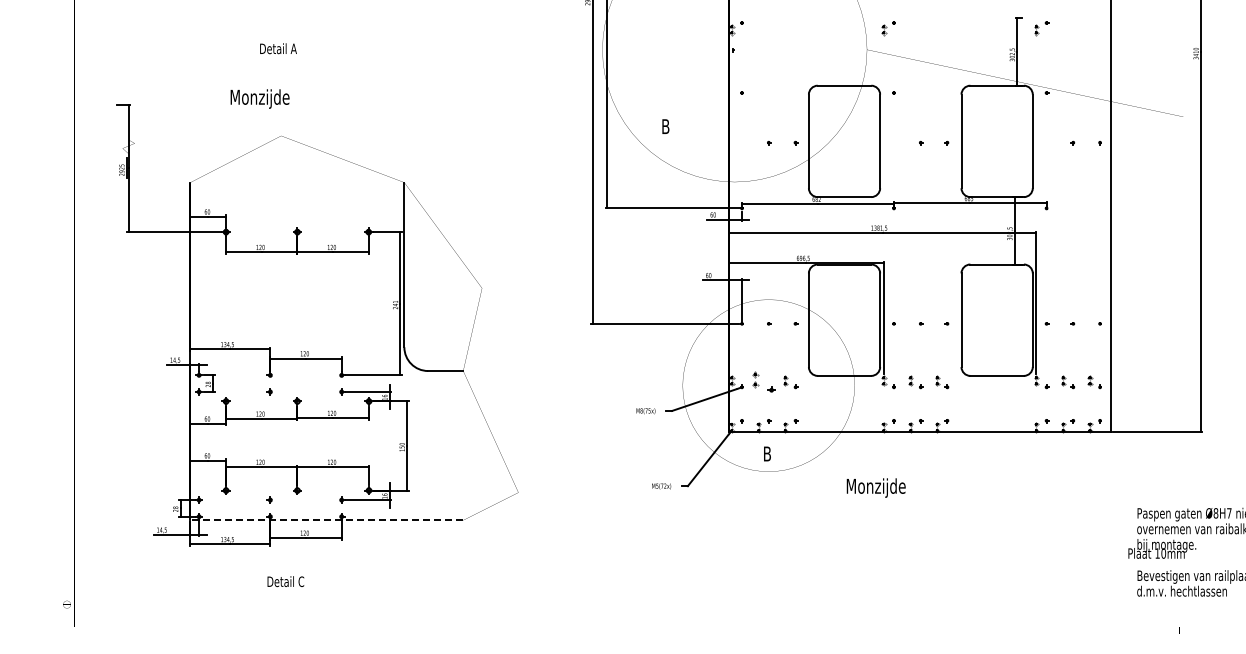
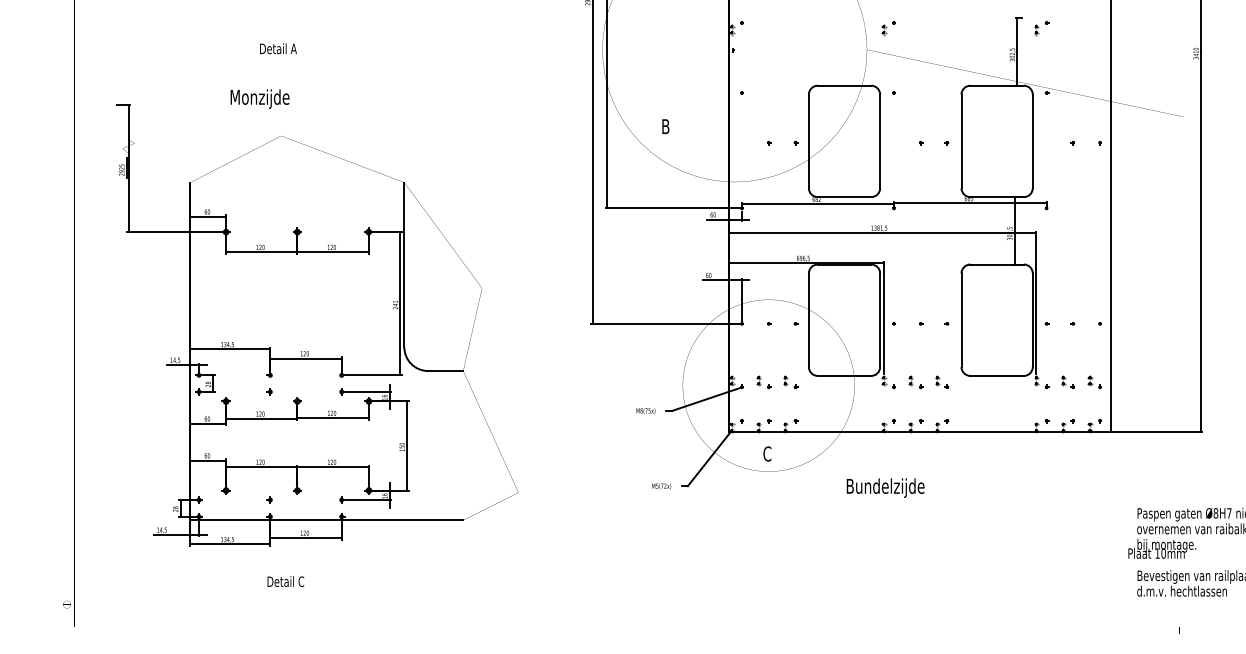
part at (763, 381) size: 24x22 px -> 16x15 px
text at (767, 453): B -> C
text at (886, 487): Monzijde -> Bundelzijde
line at (326, 520): dashed -> solid
